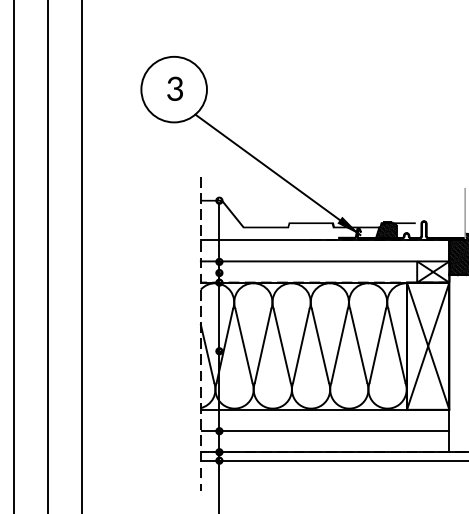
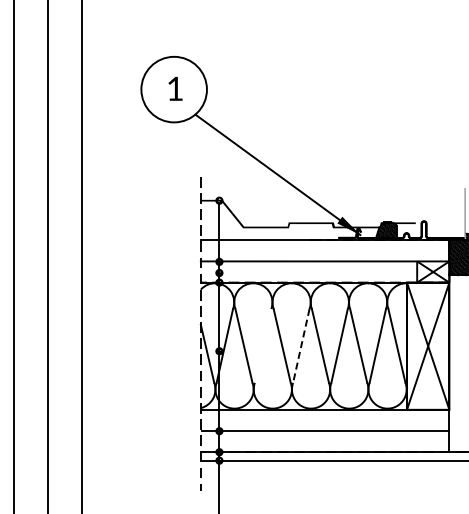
text at (174, 88): 3 -> 1
line at (262, 345): present -> none
line at (301, 345): solid -> dashed
